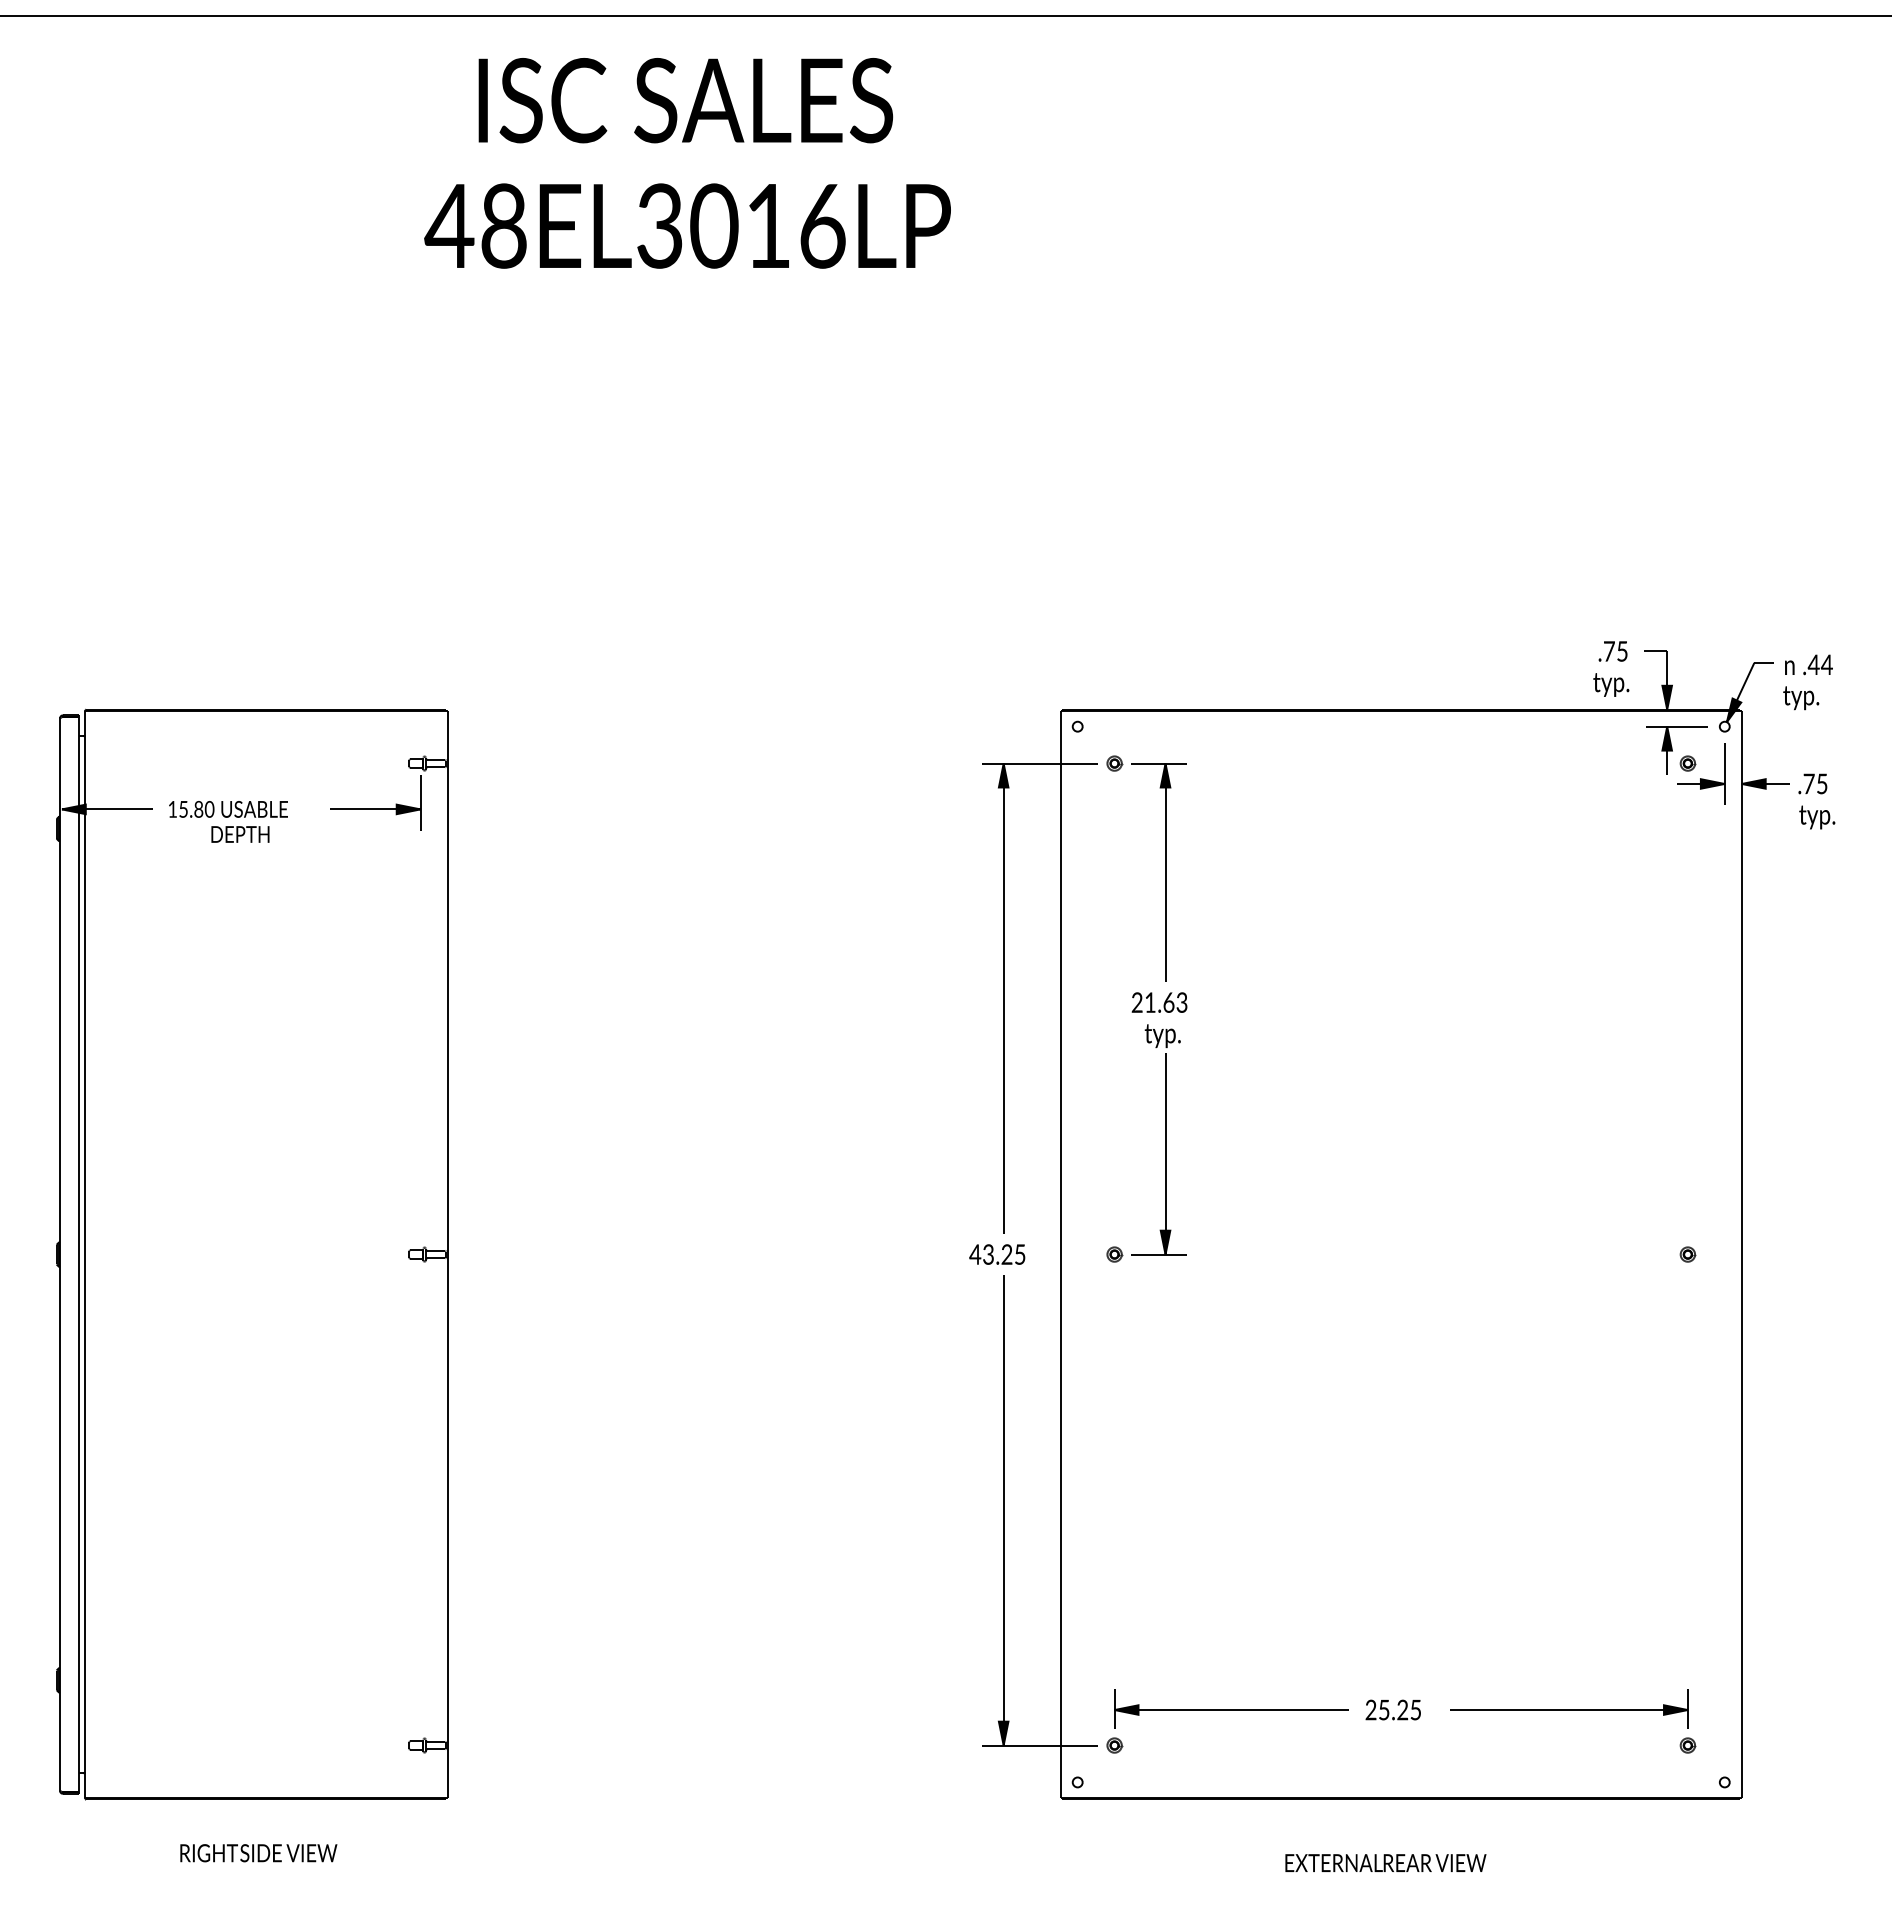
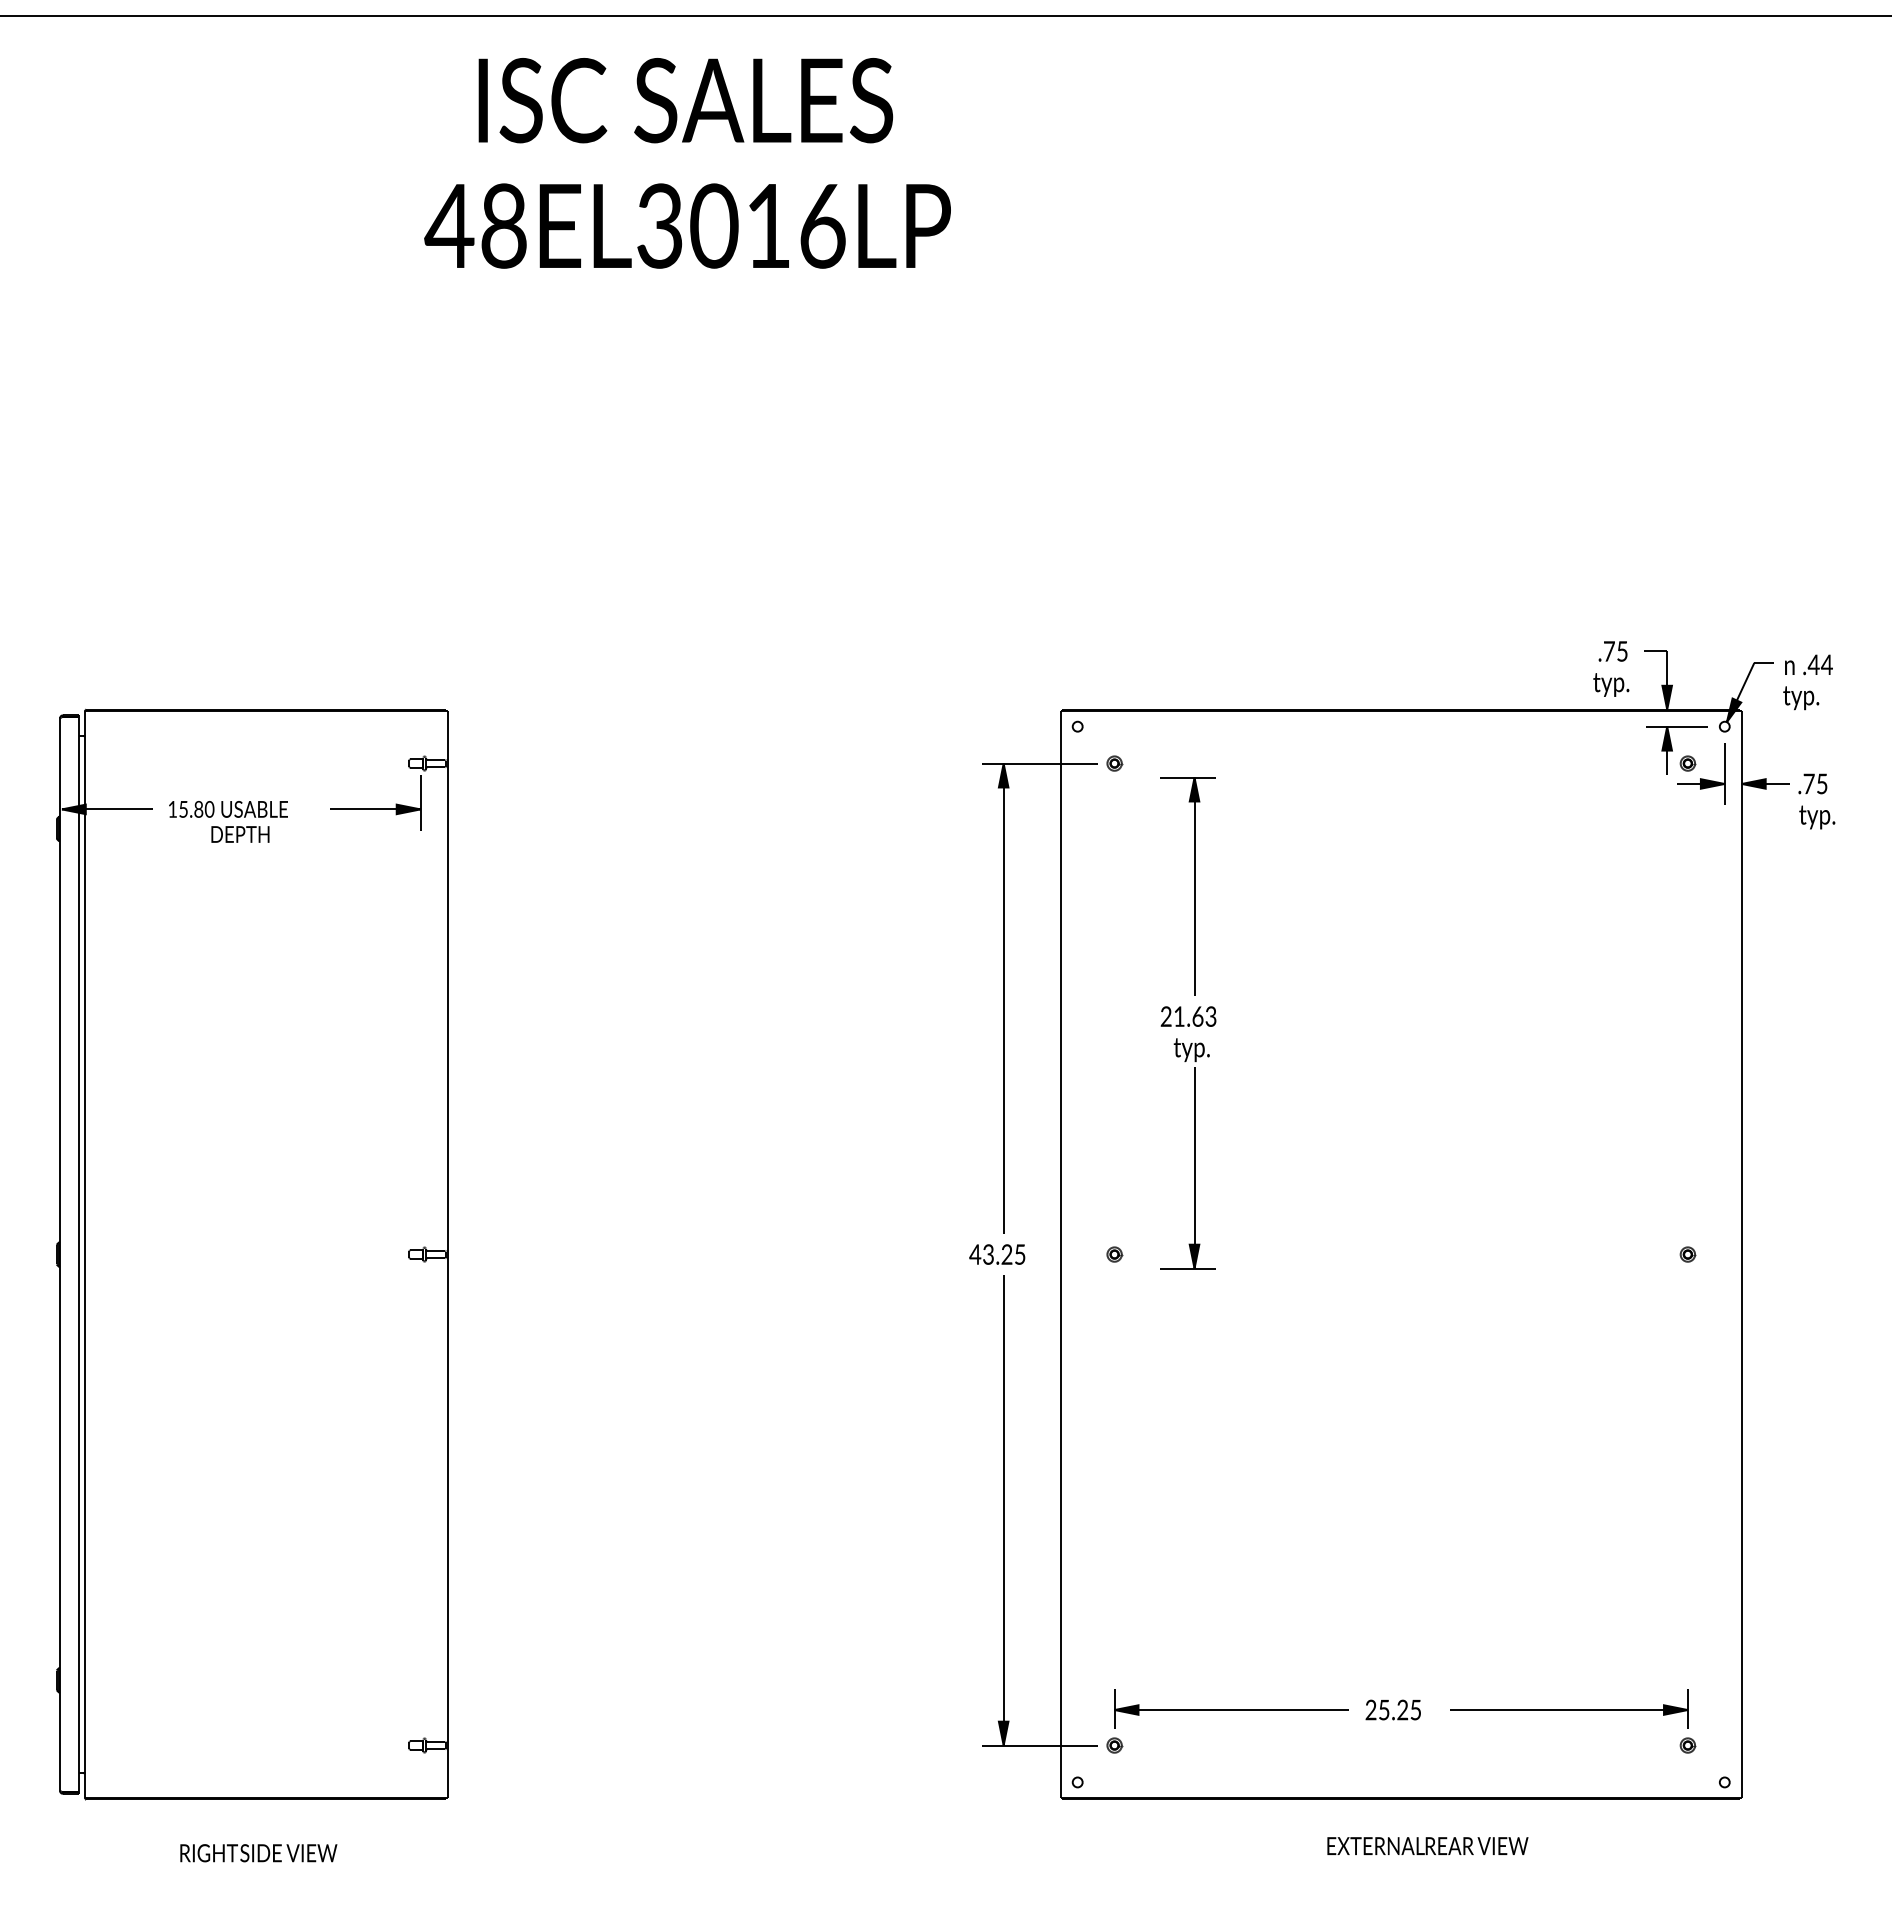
part at (1159, 1009) position: (1159, 1009) -> (1188, 1023)
text at (1385, 1862) position: (1385, 1862) -> (1427, 1845)
